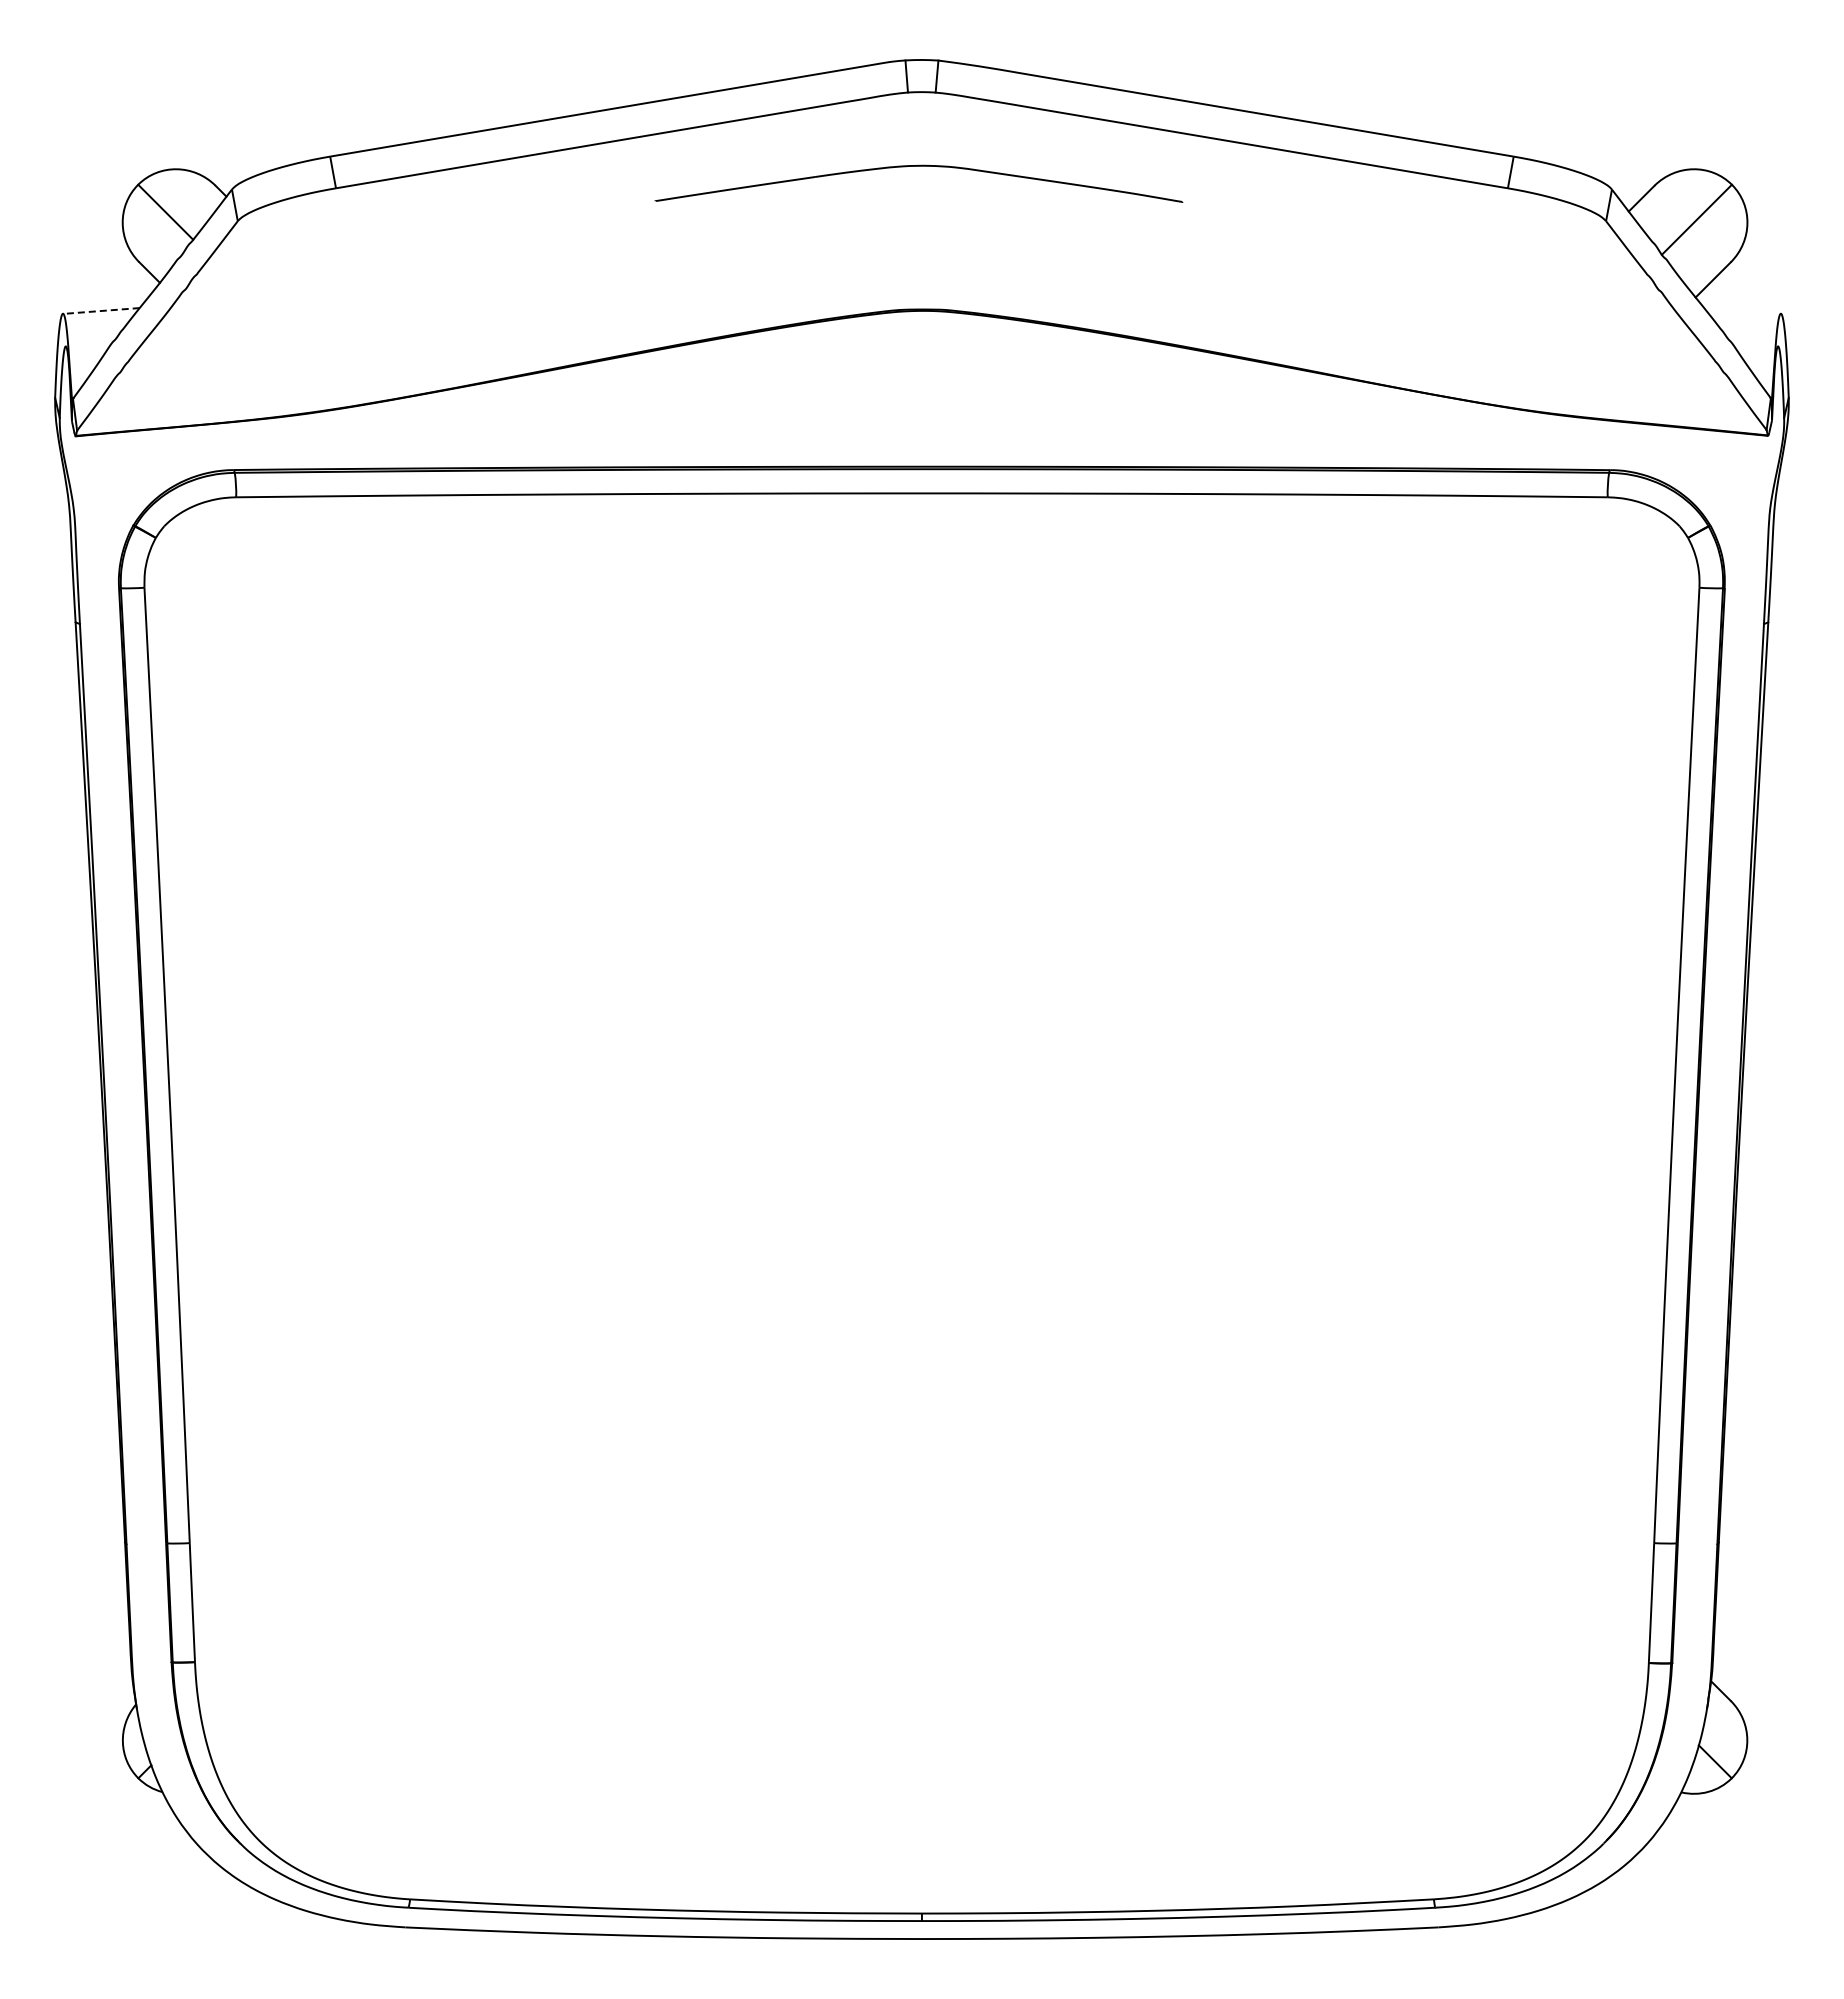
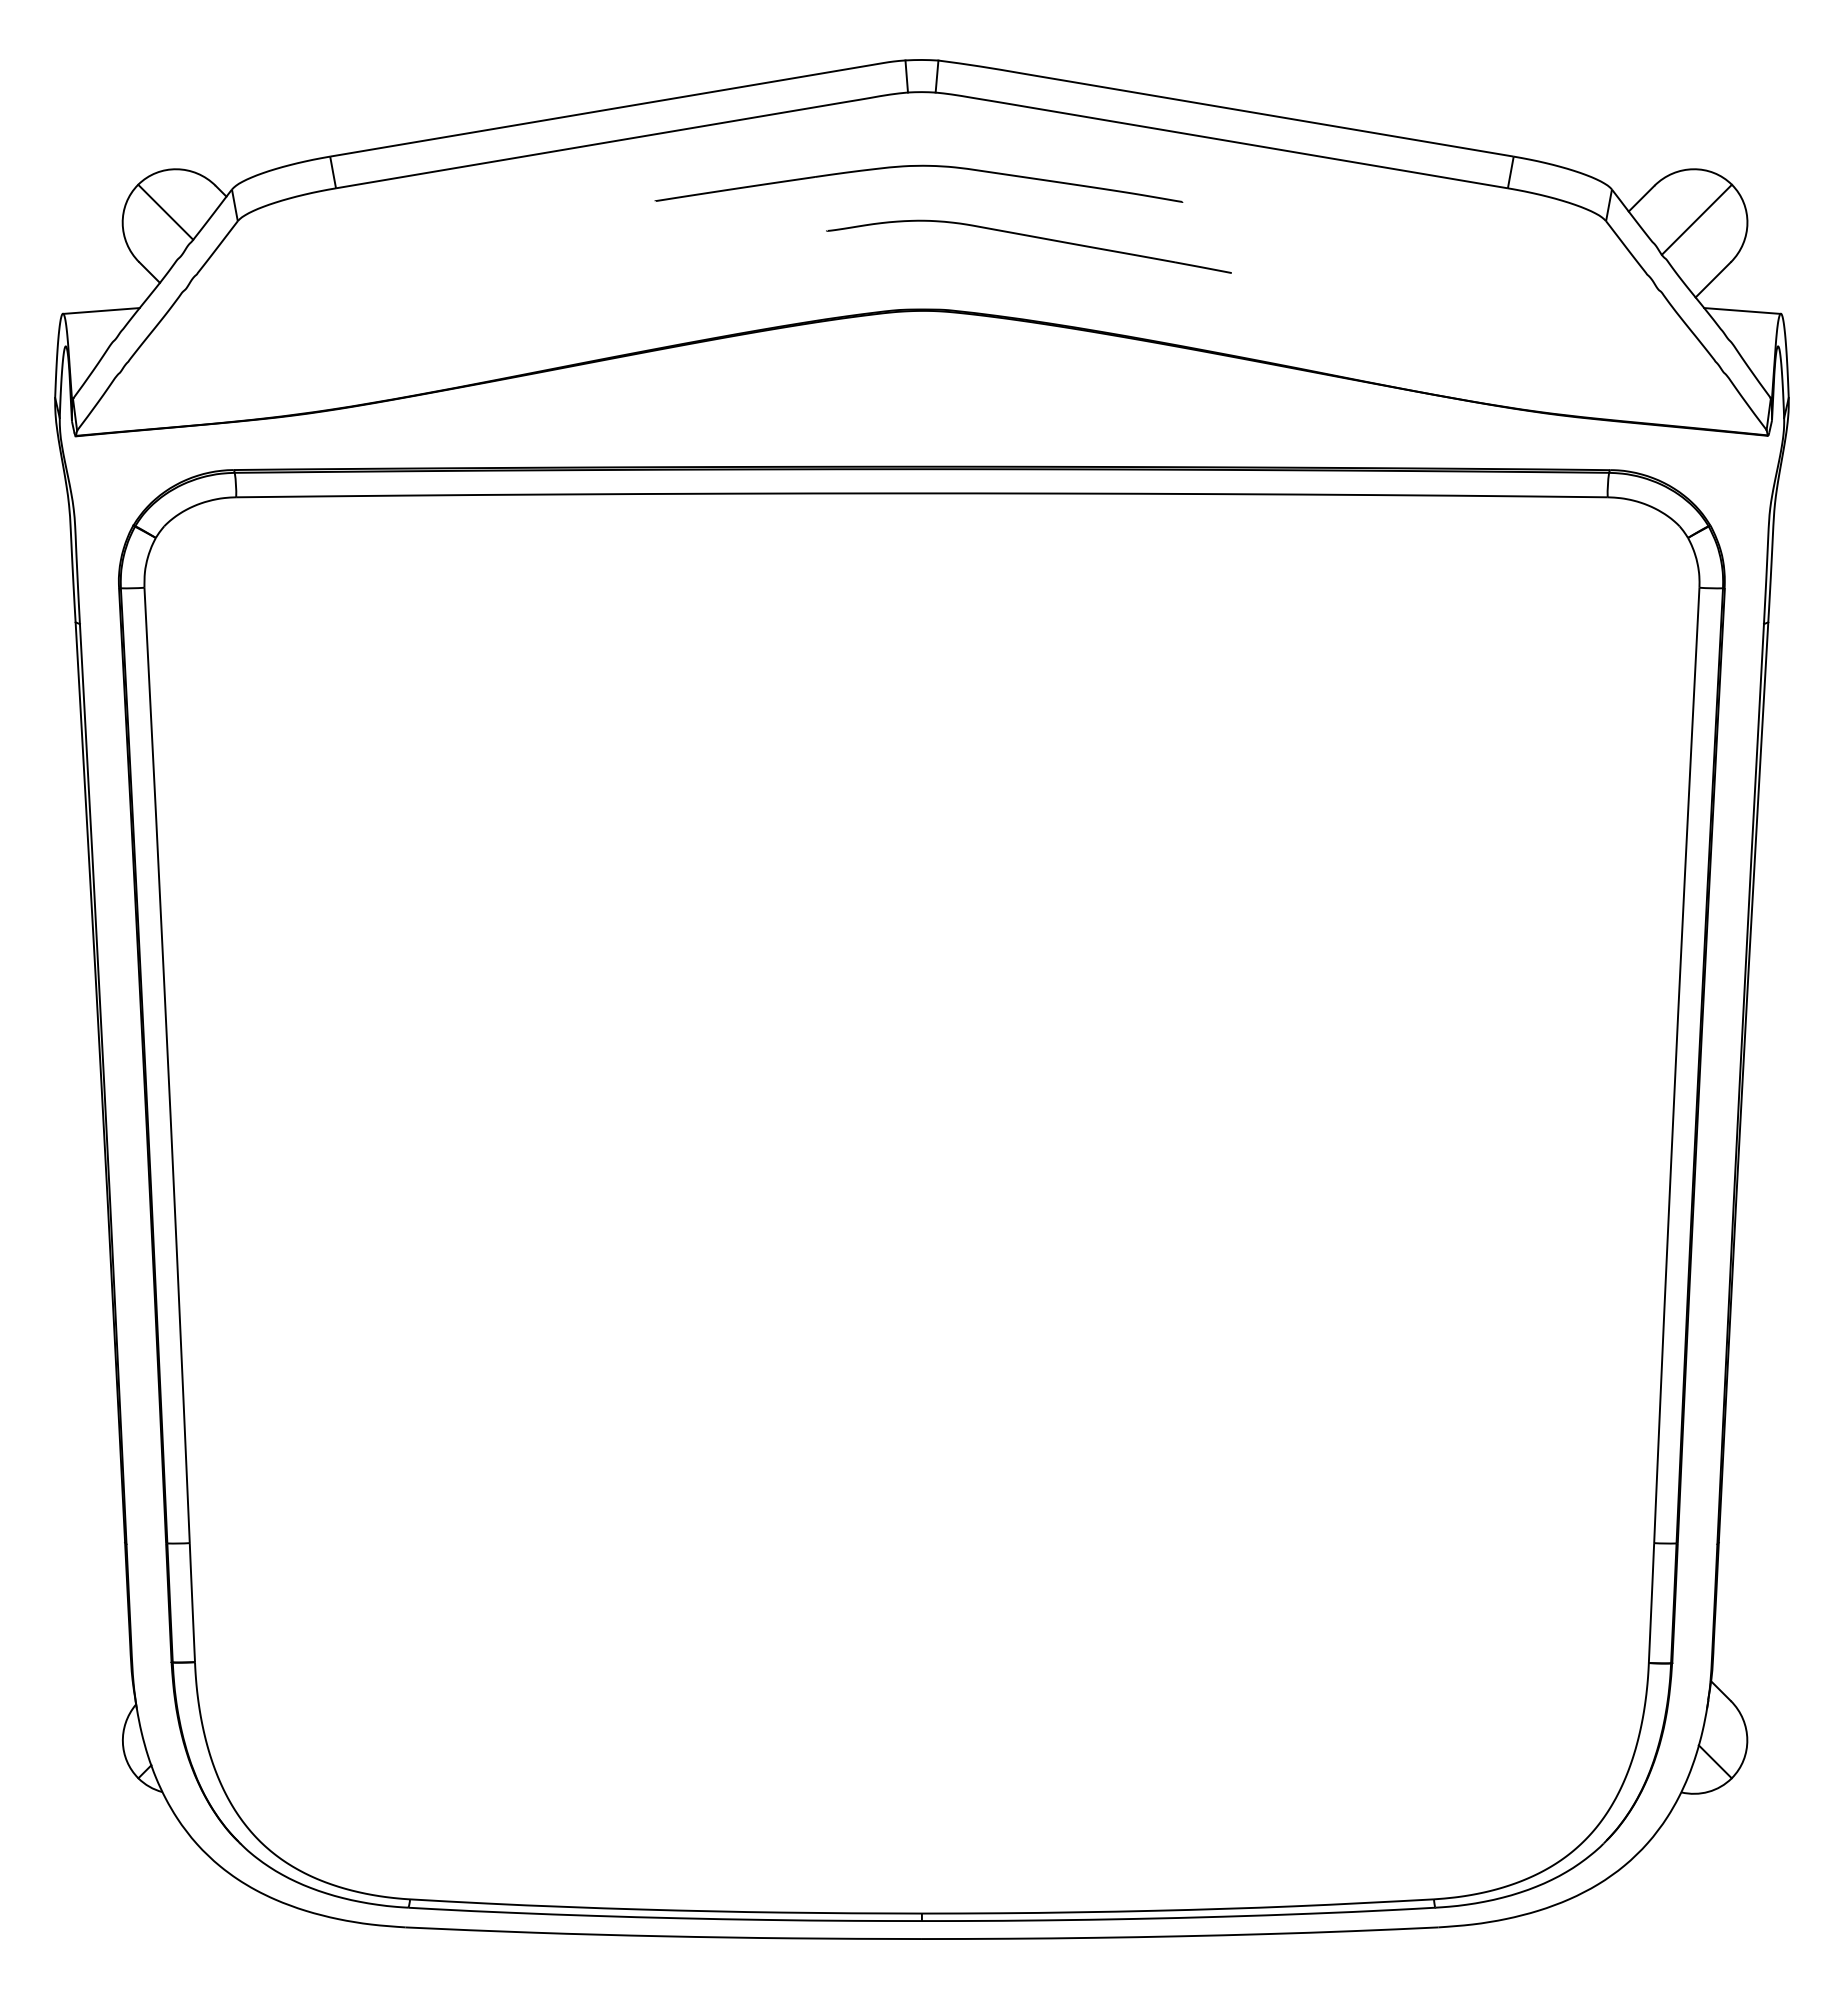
part at (1030, 237): none -> present
line at (1742, 310): none -> present
line at (100, 311): dashed -> solid
